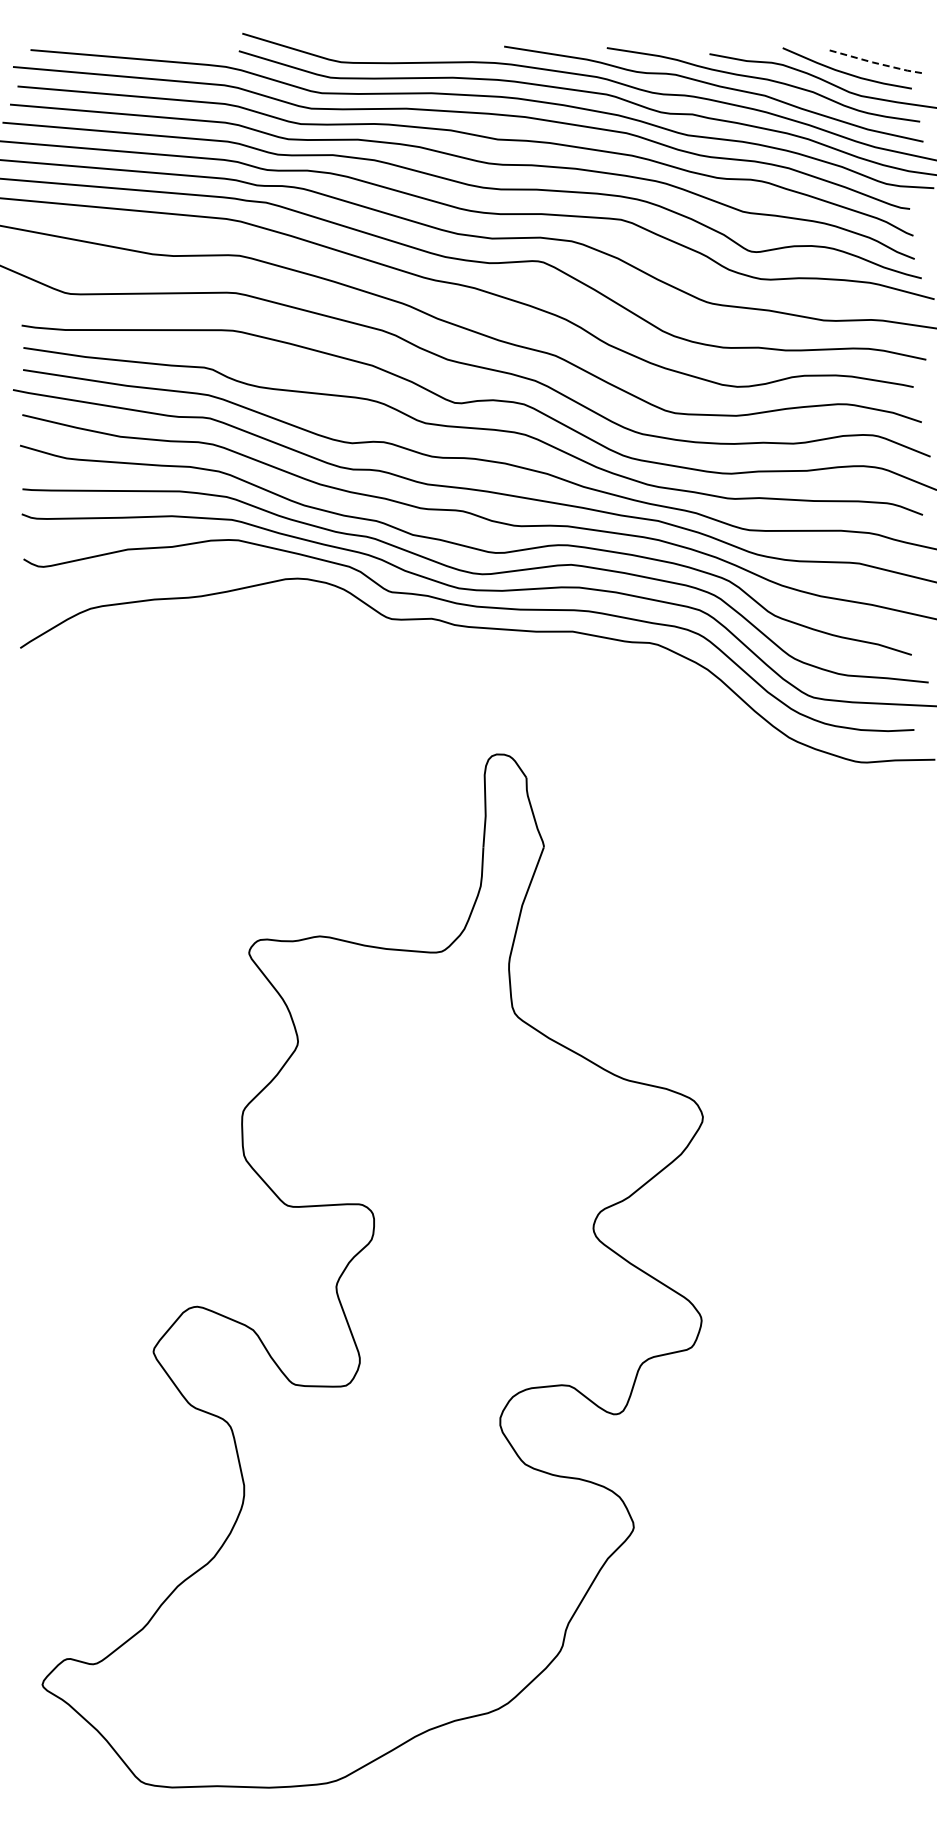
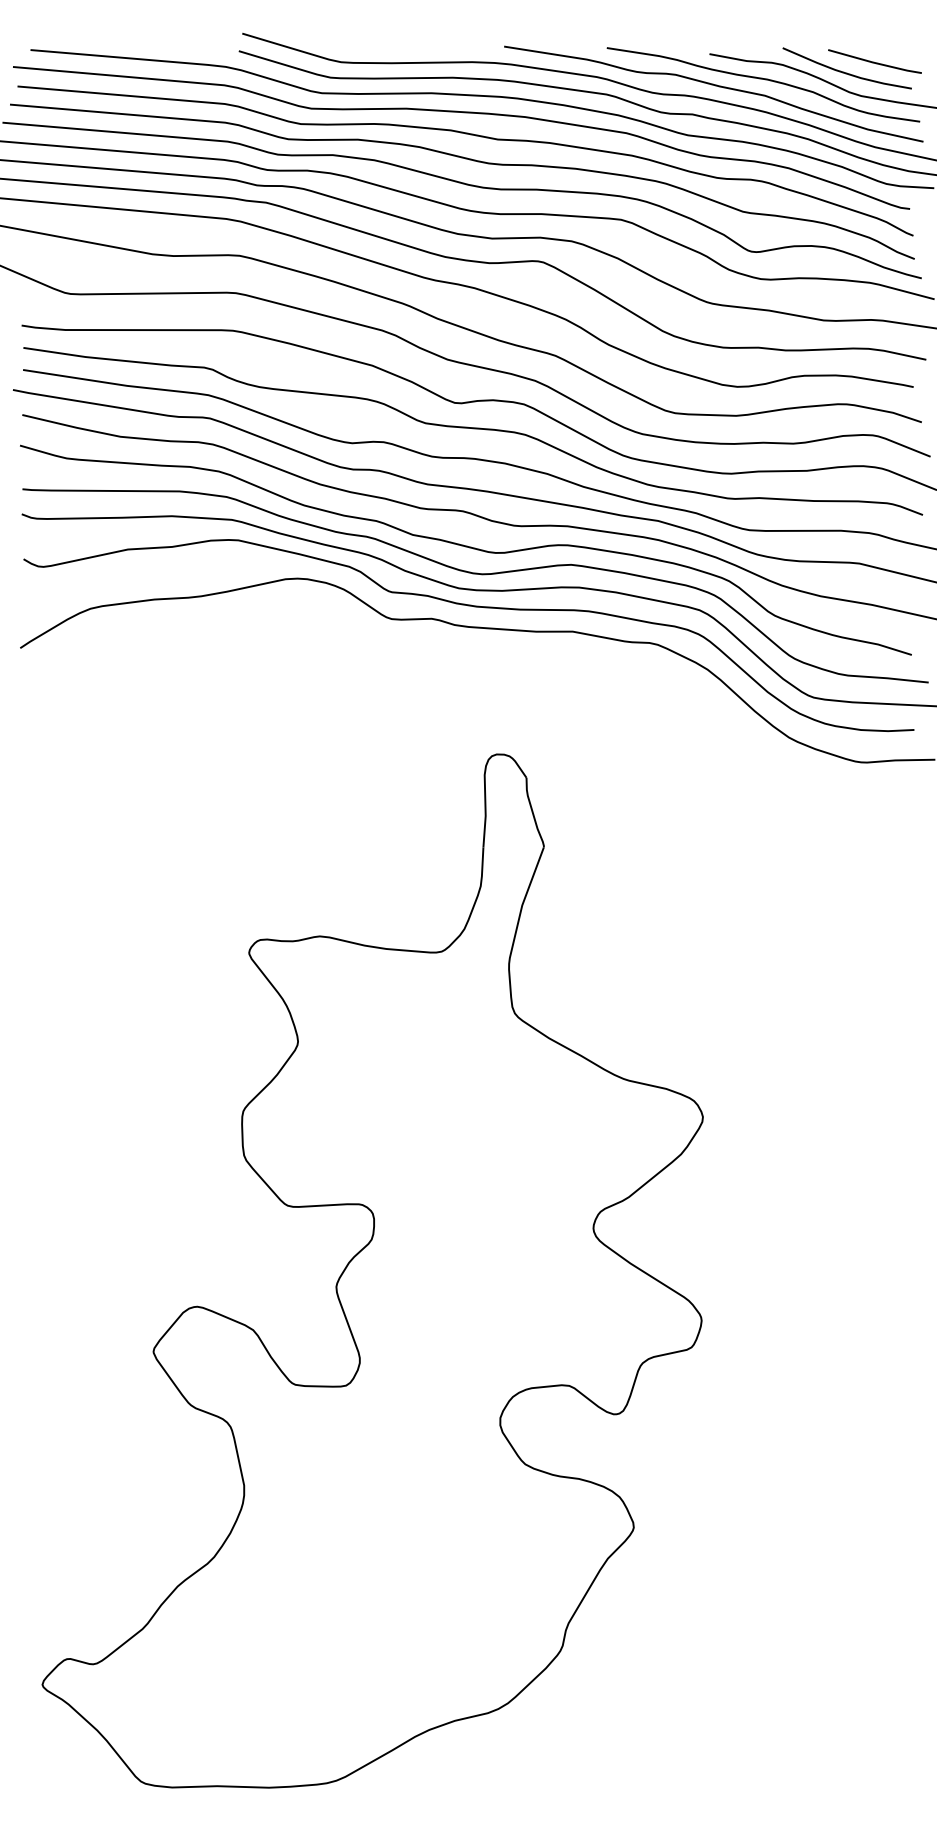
line at (874, 62): dashed -> solid
